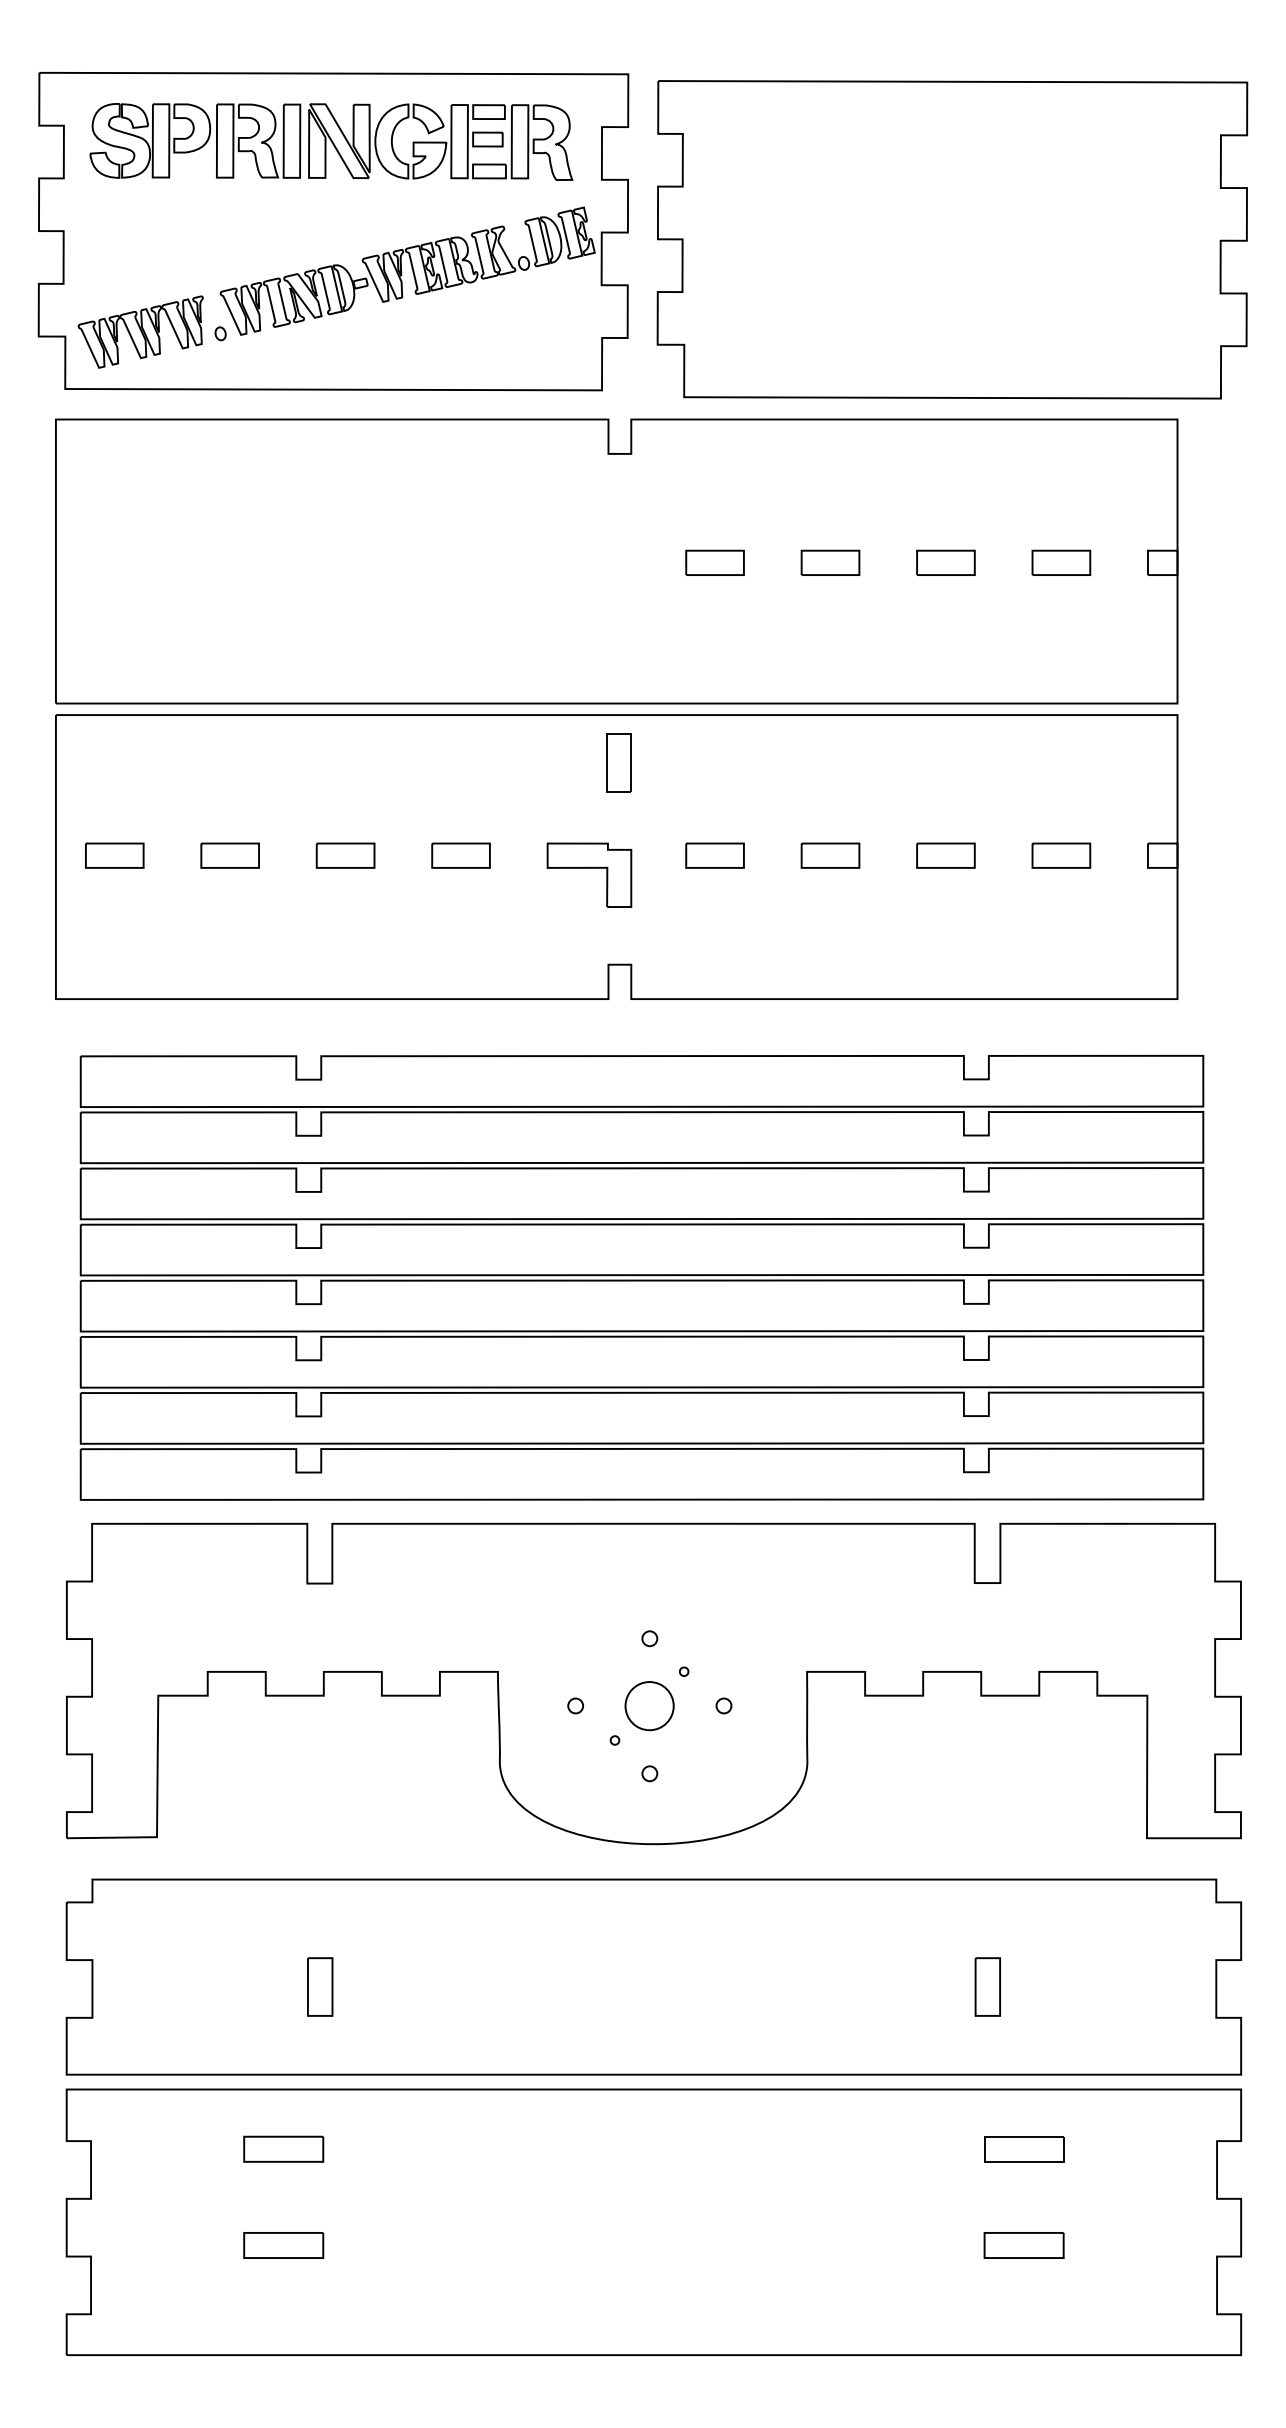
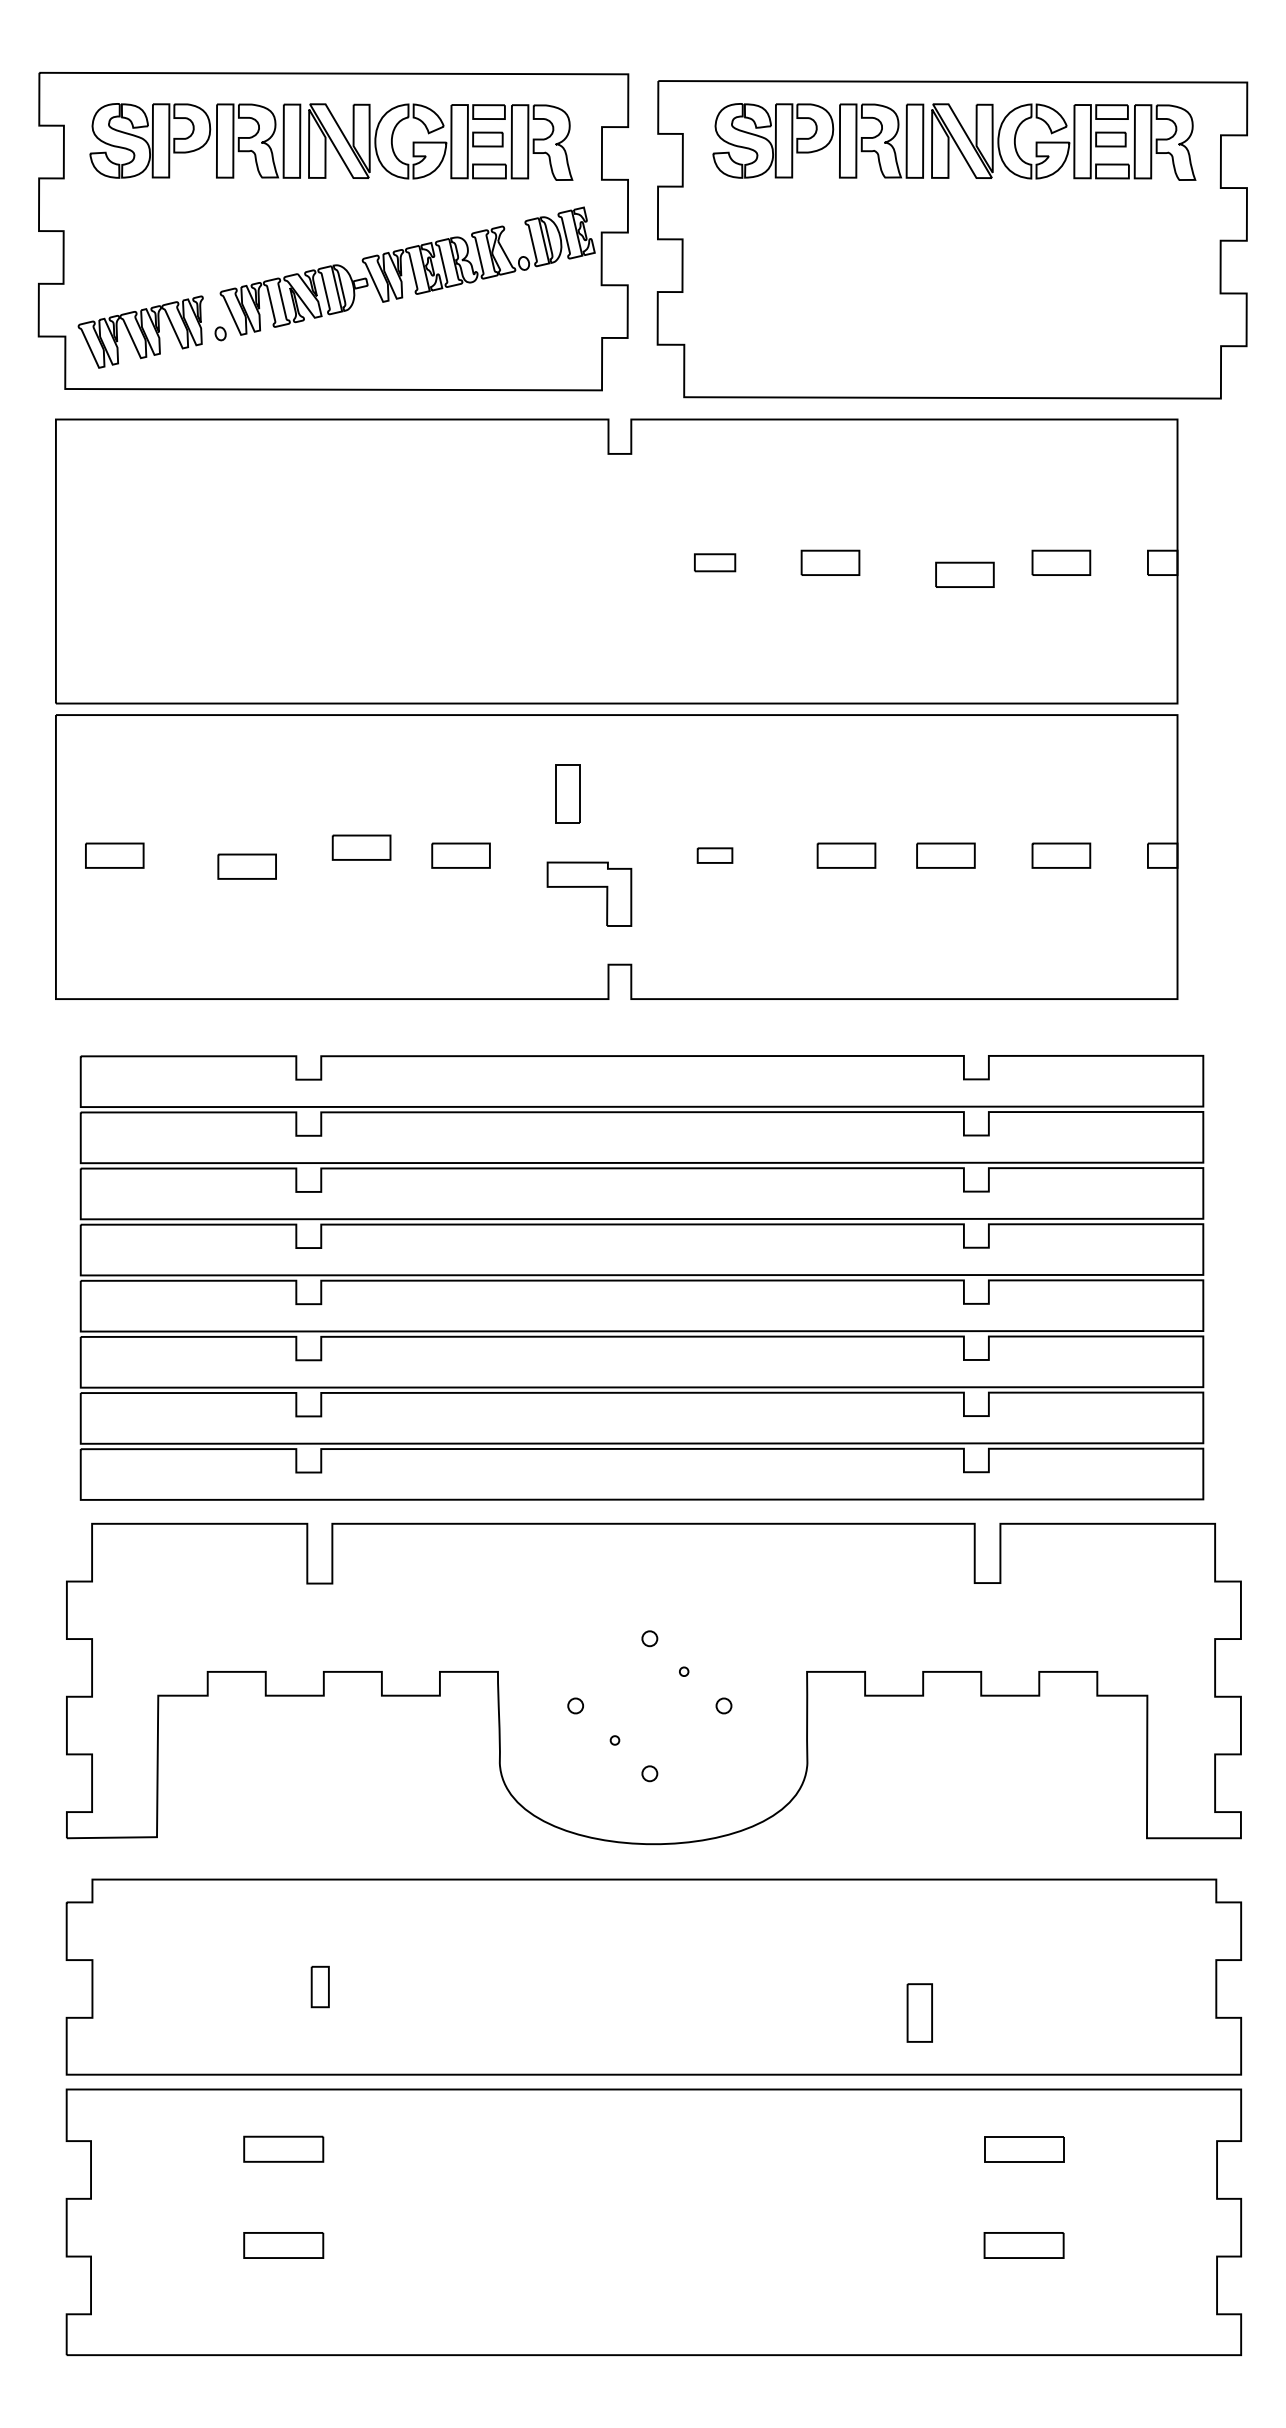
part at (954, 141): none -> present
part at (714, 562) size: 60x27 px -> 43x20 px
part at (945, 562) position: (945, 562) -> (964, 574)
part at (618, 762) position: (618, 762) -> (567, 793)
part at (229, 855) position: (229, 855) -> (246, 866)
part at (345, 855) position: (345, 855) -> (361, 847)
part at (714, 855) size: 60x27 px -> 38x17 px
part at (830, 855) position: (830, 855) -> (846, 855)
part at (589, 874) position: (589, 874) -> (589, 893)
part at (649, 1706): present -> none
part at (320, 1986) size: 27x60 px -> 20x44 px
part at (987, 1986) position: (987, 1986) -> (919, 2012)
